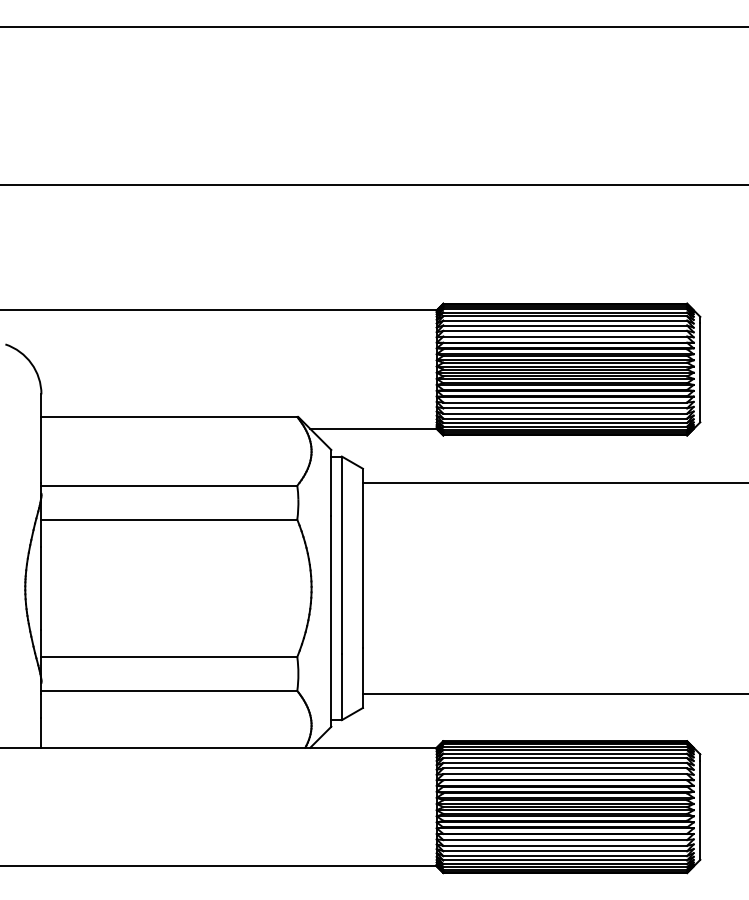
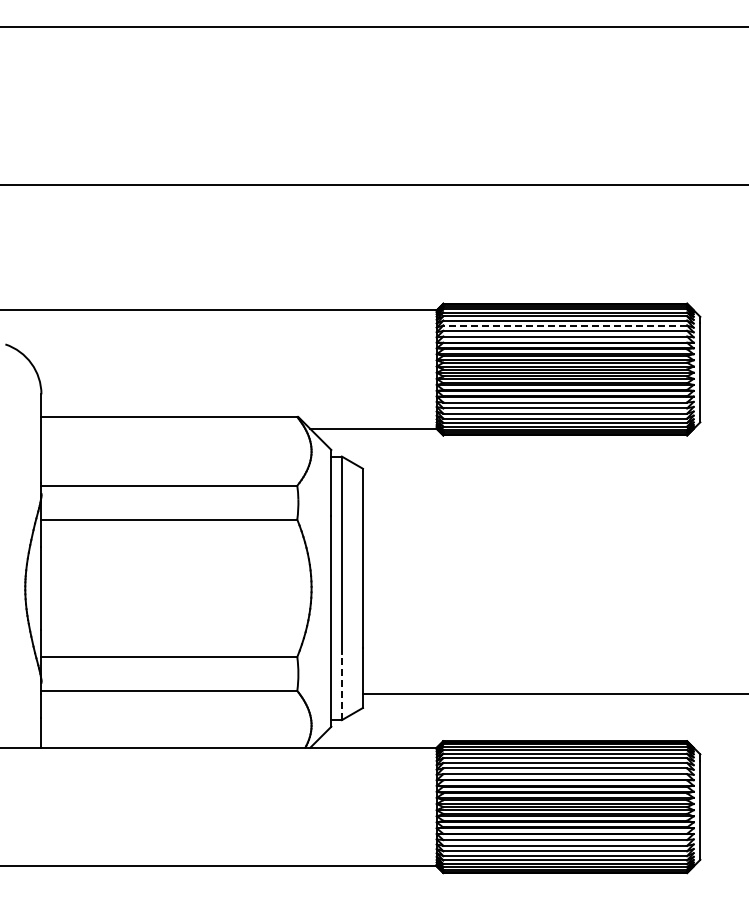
line at (565, 325): solid -> dashed
line at (553, 482): present -> none
line at (341, 687): solid -> dashed
